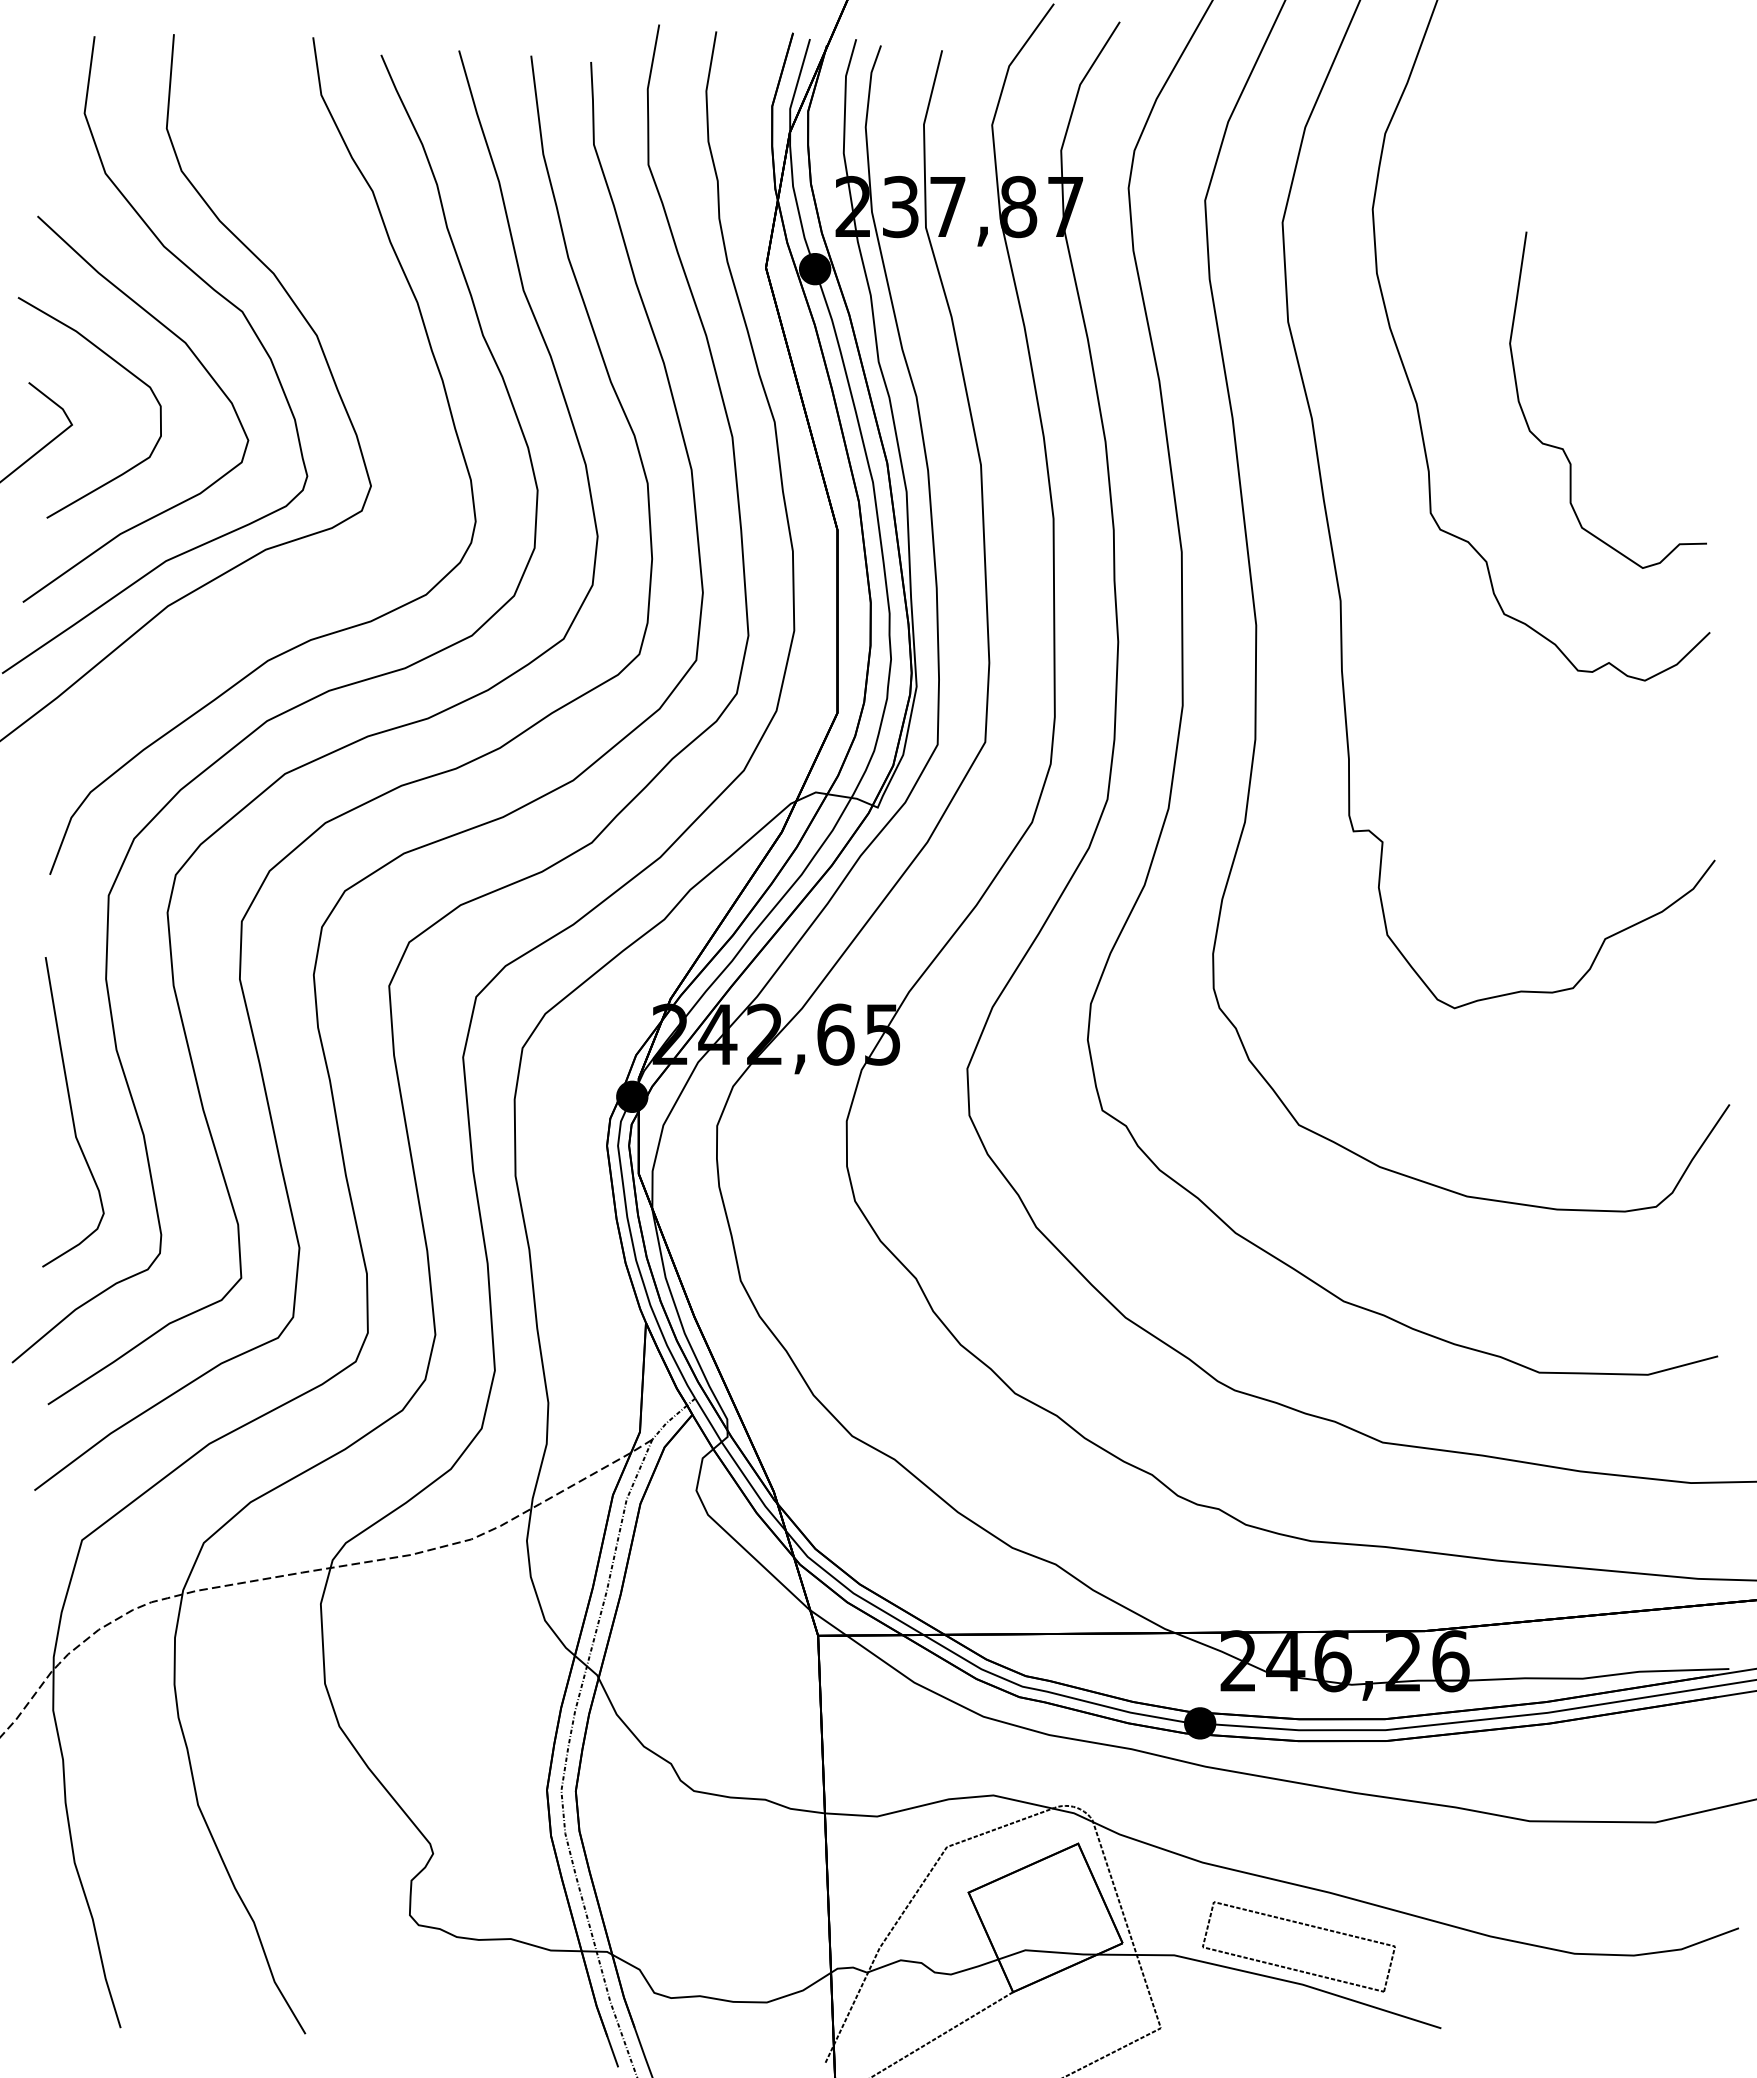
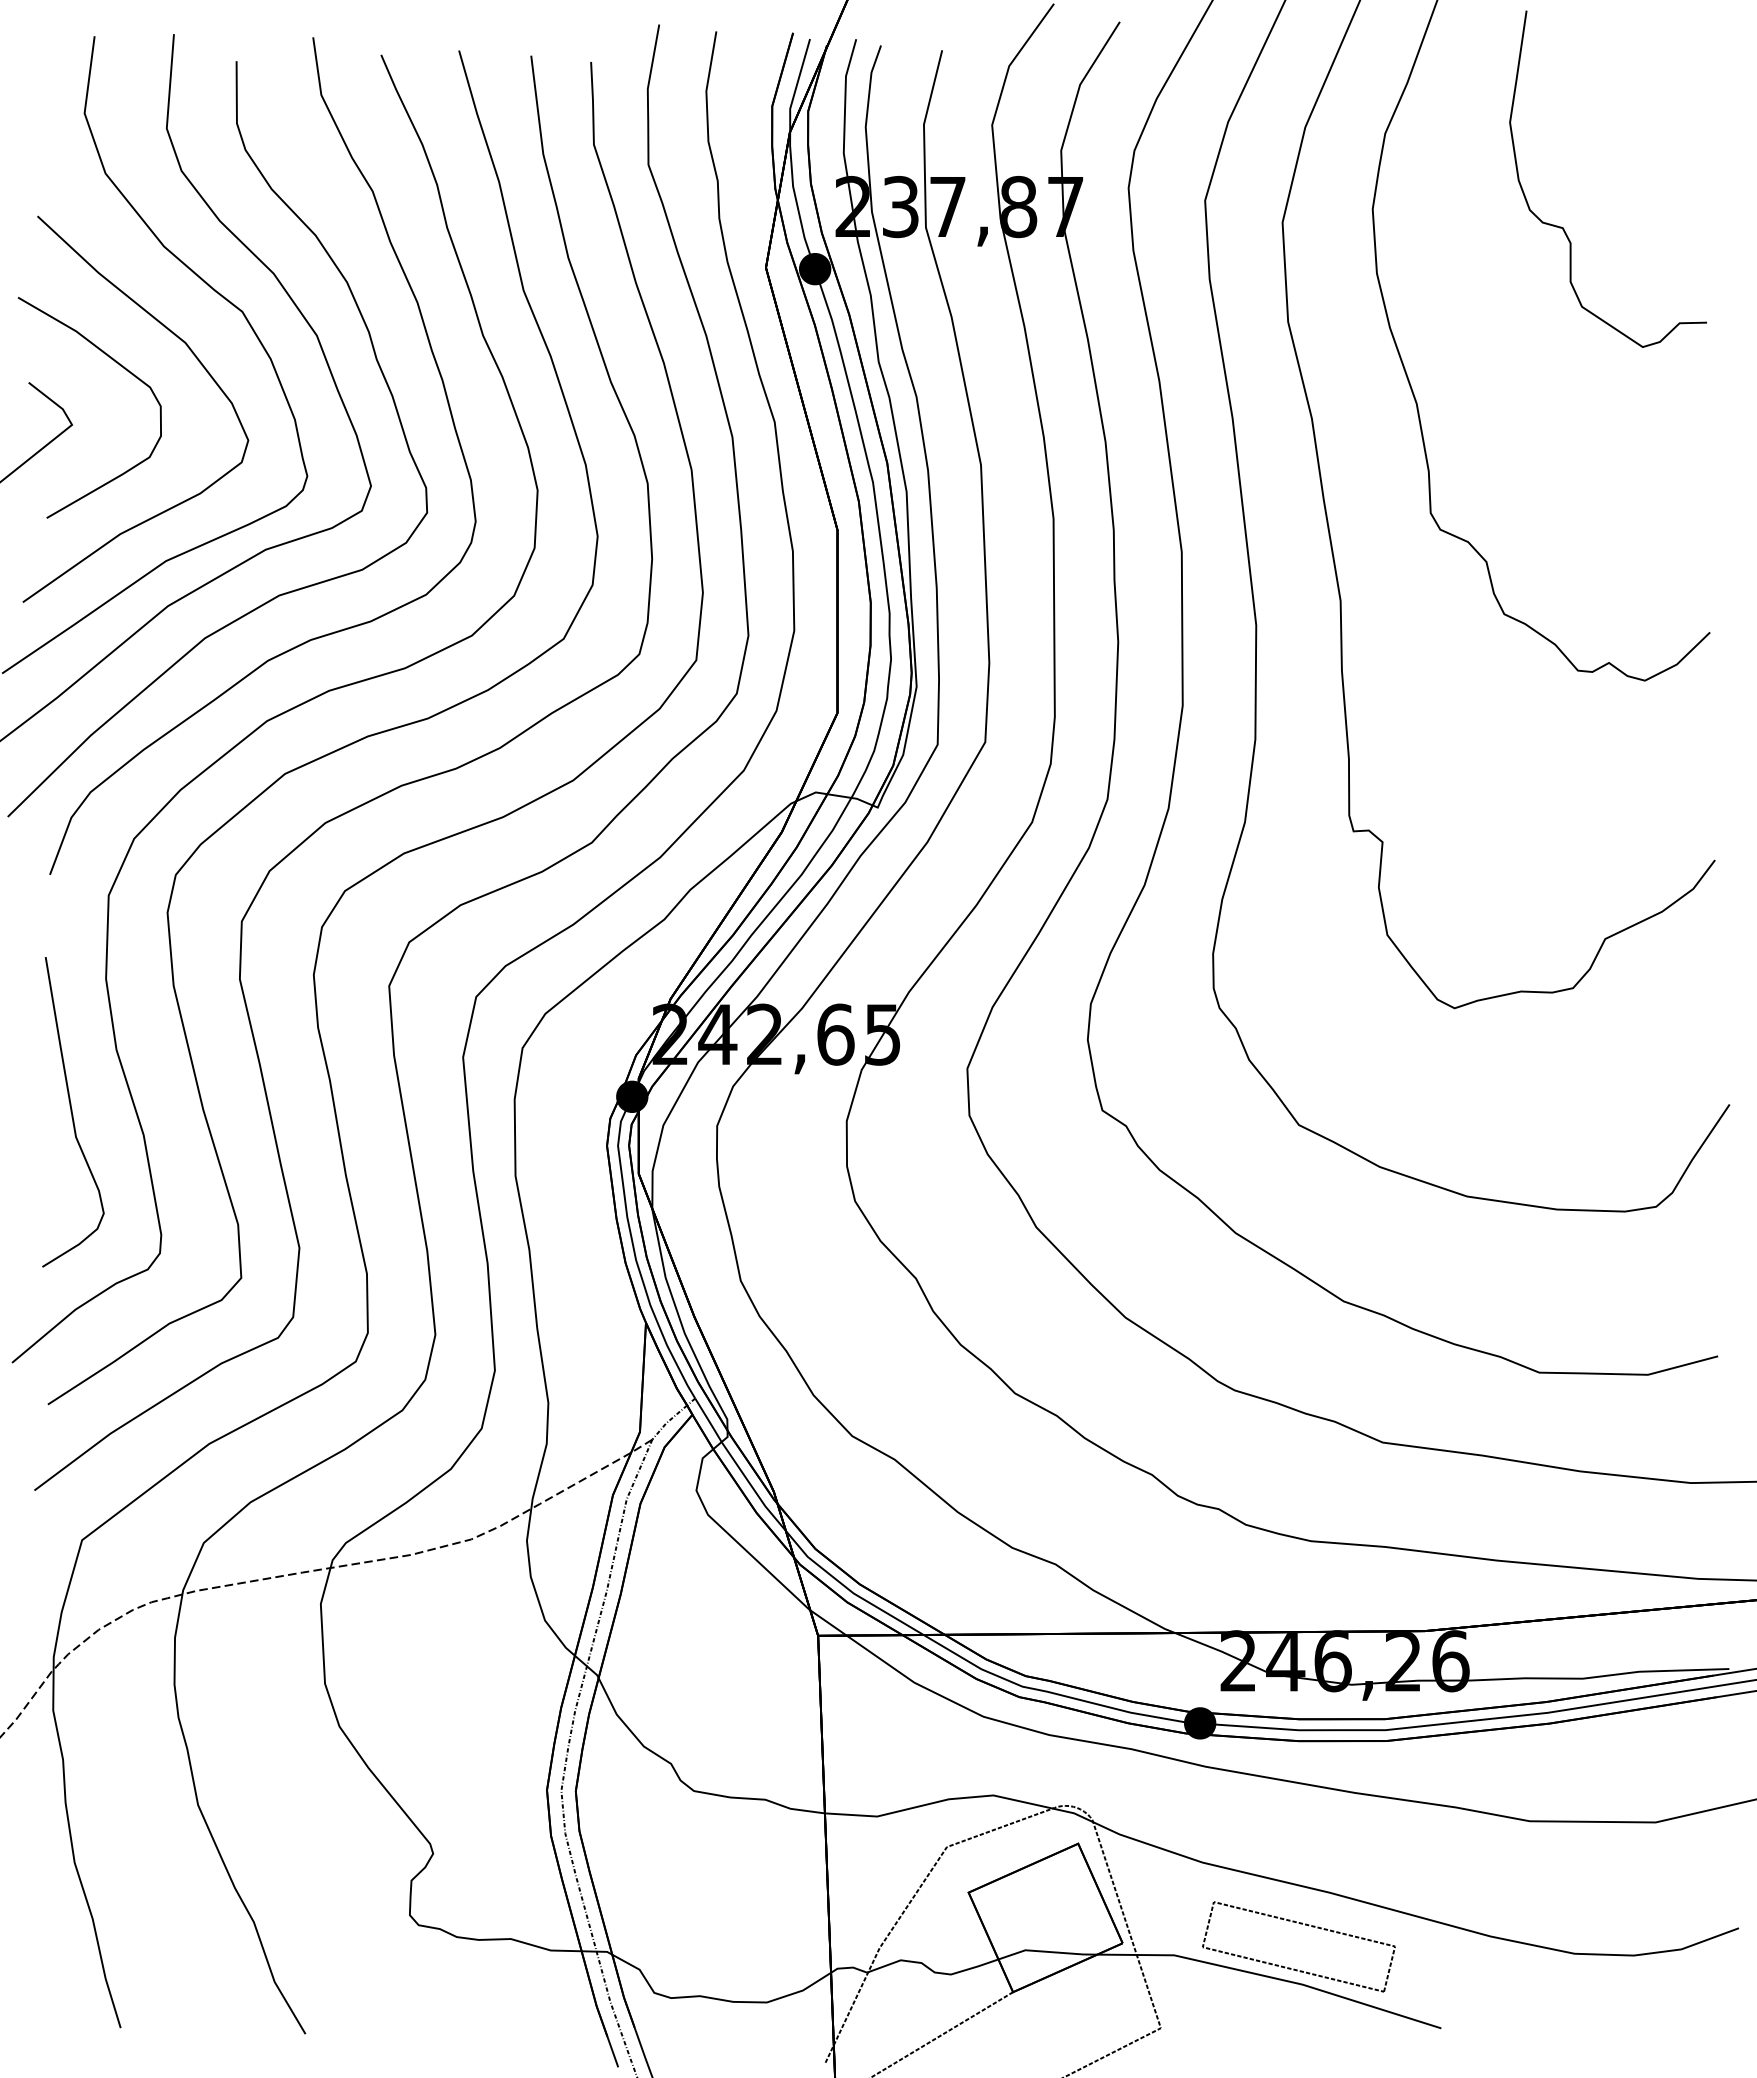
curve at (1563, 448) position: (1563, 448) -> (1563, 227)
part at (278, 594): none -> present
